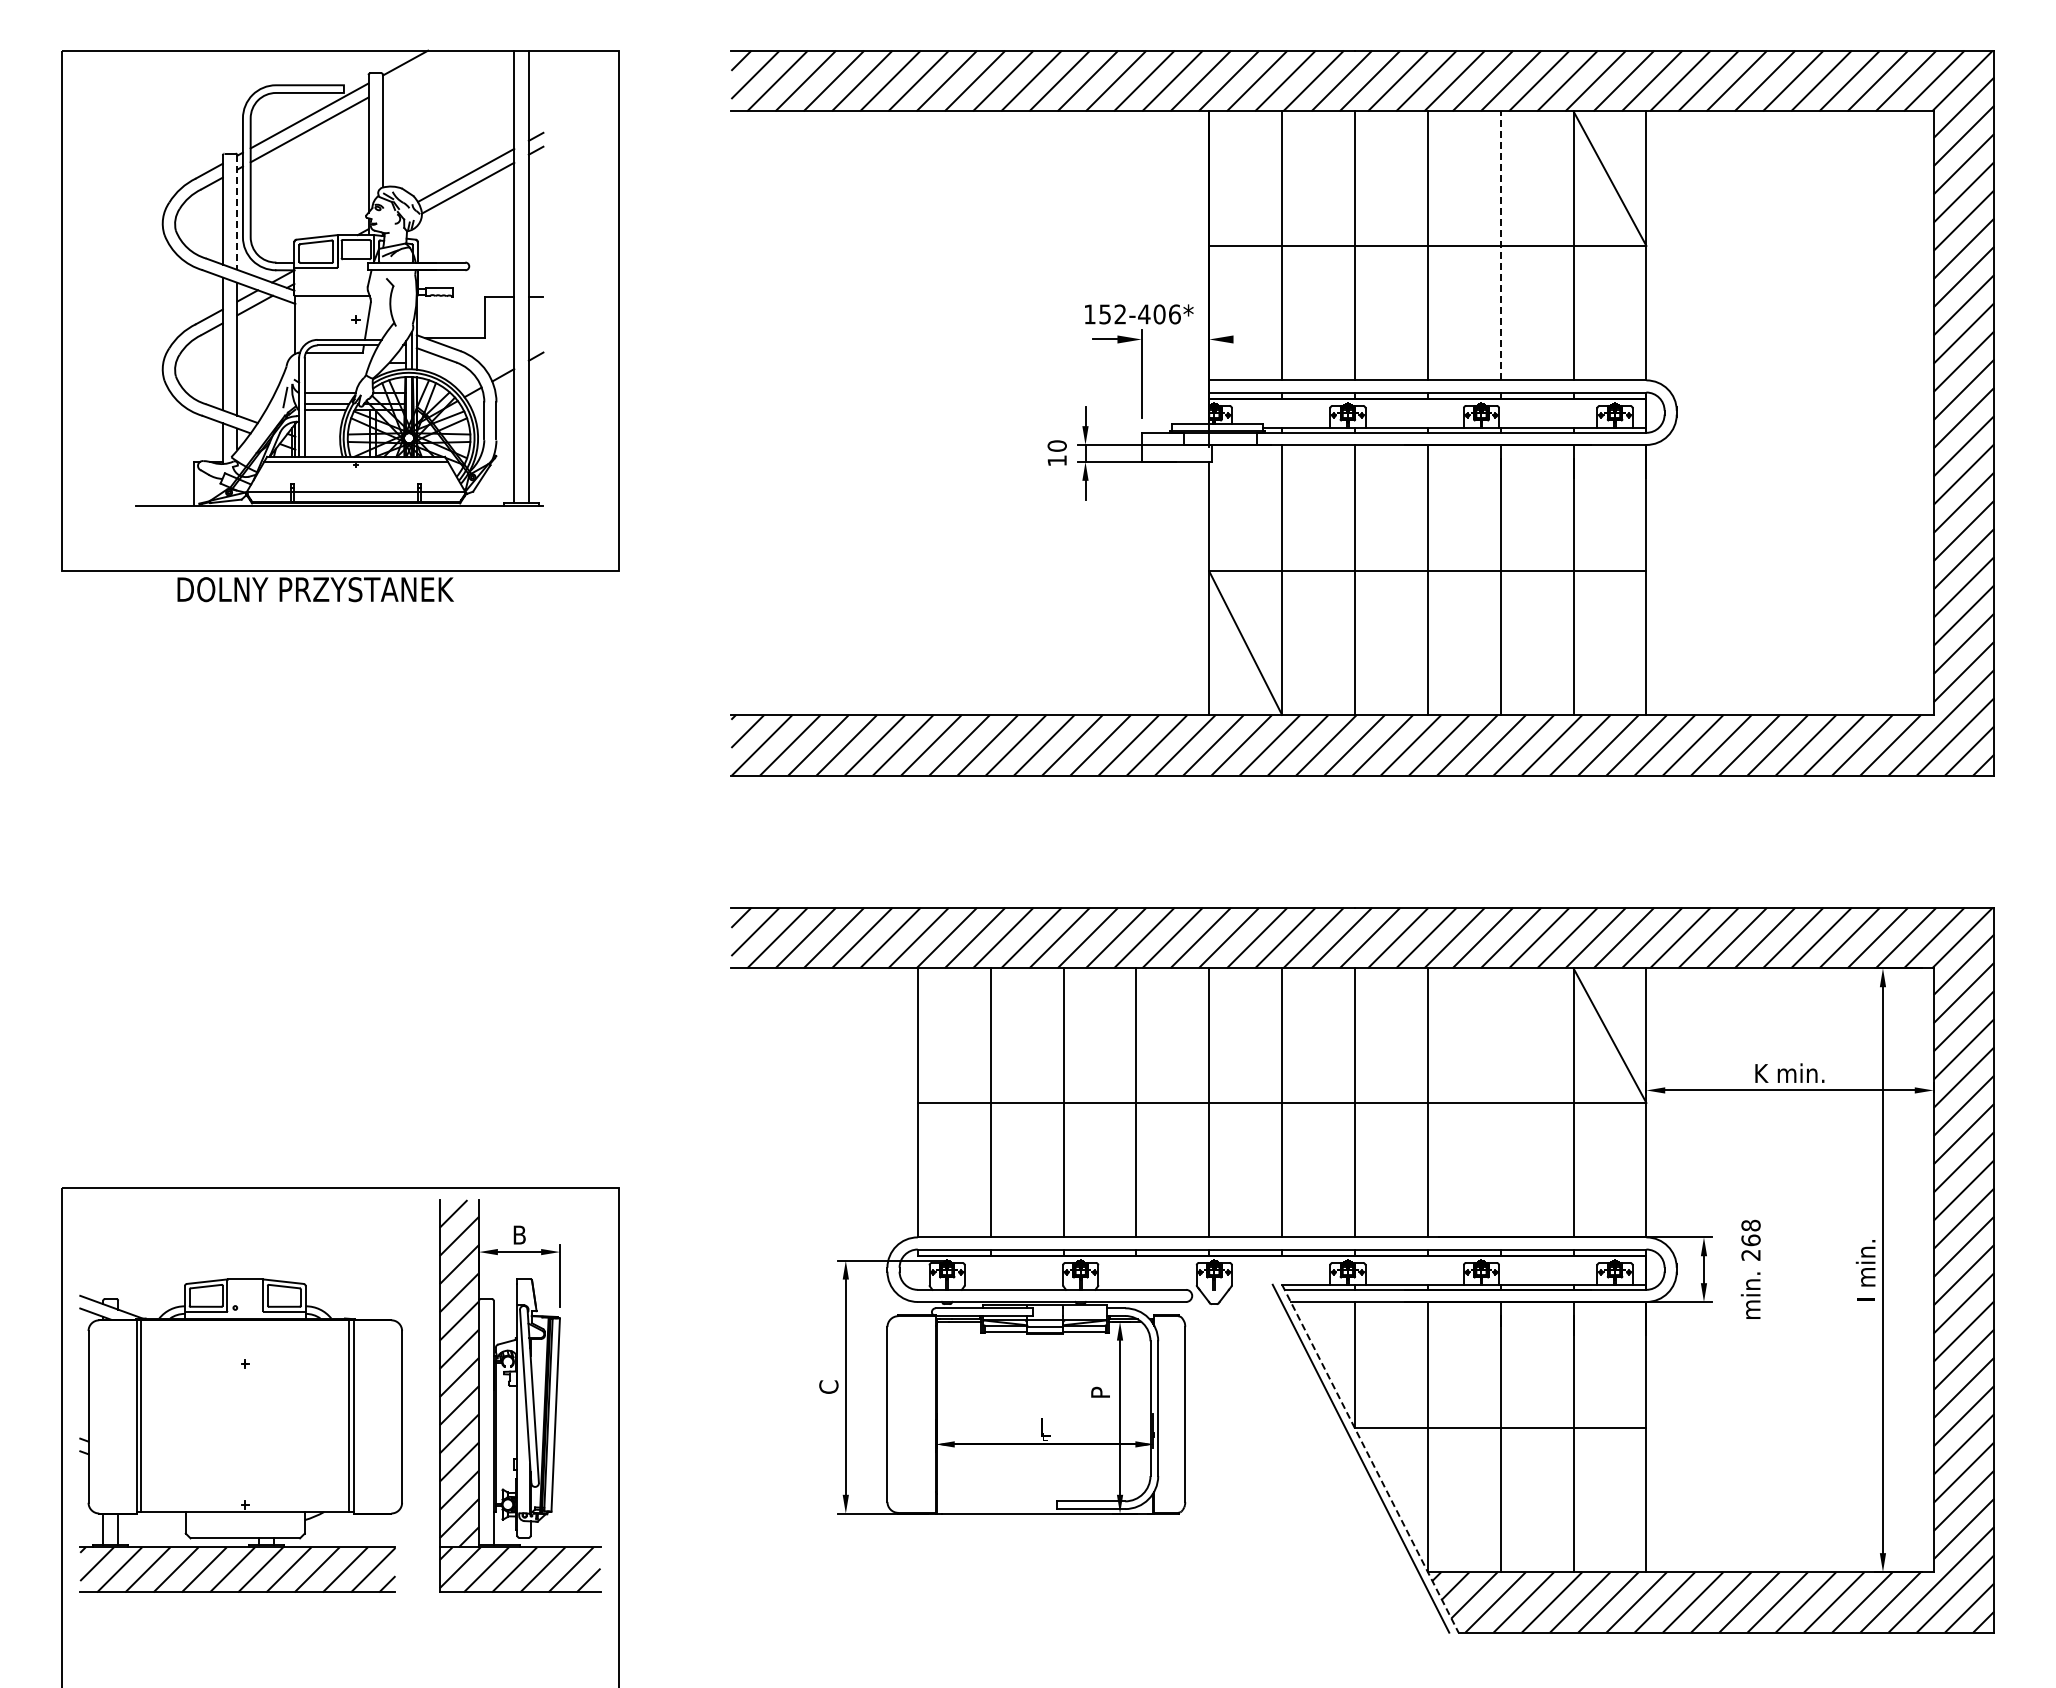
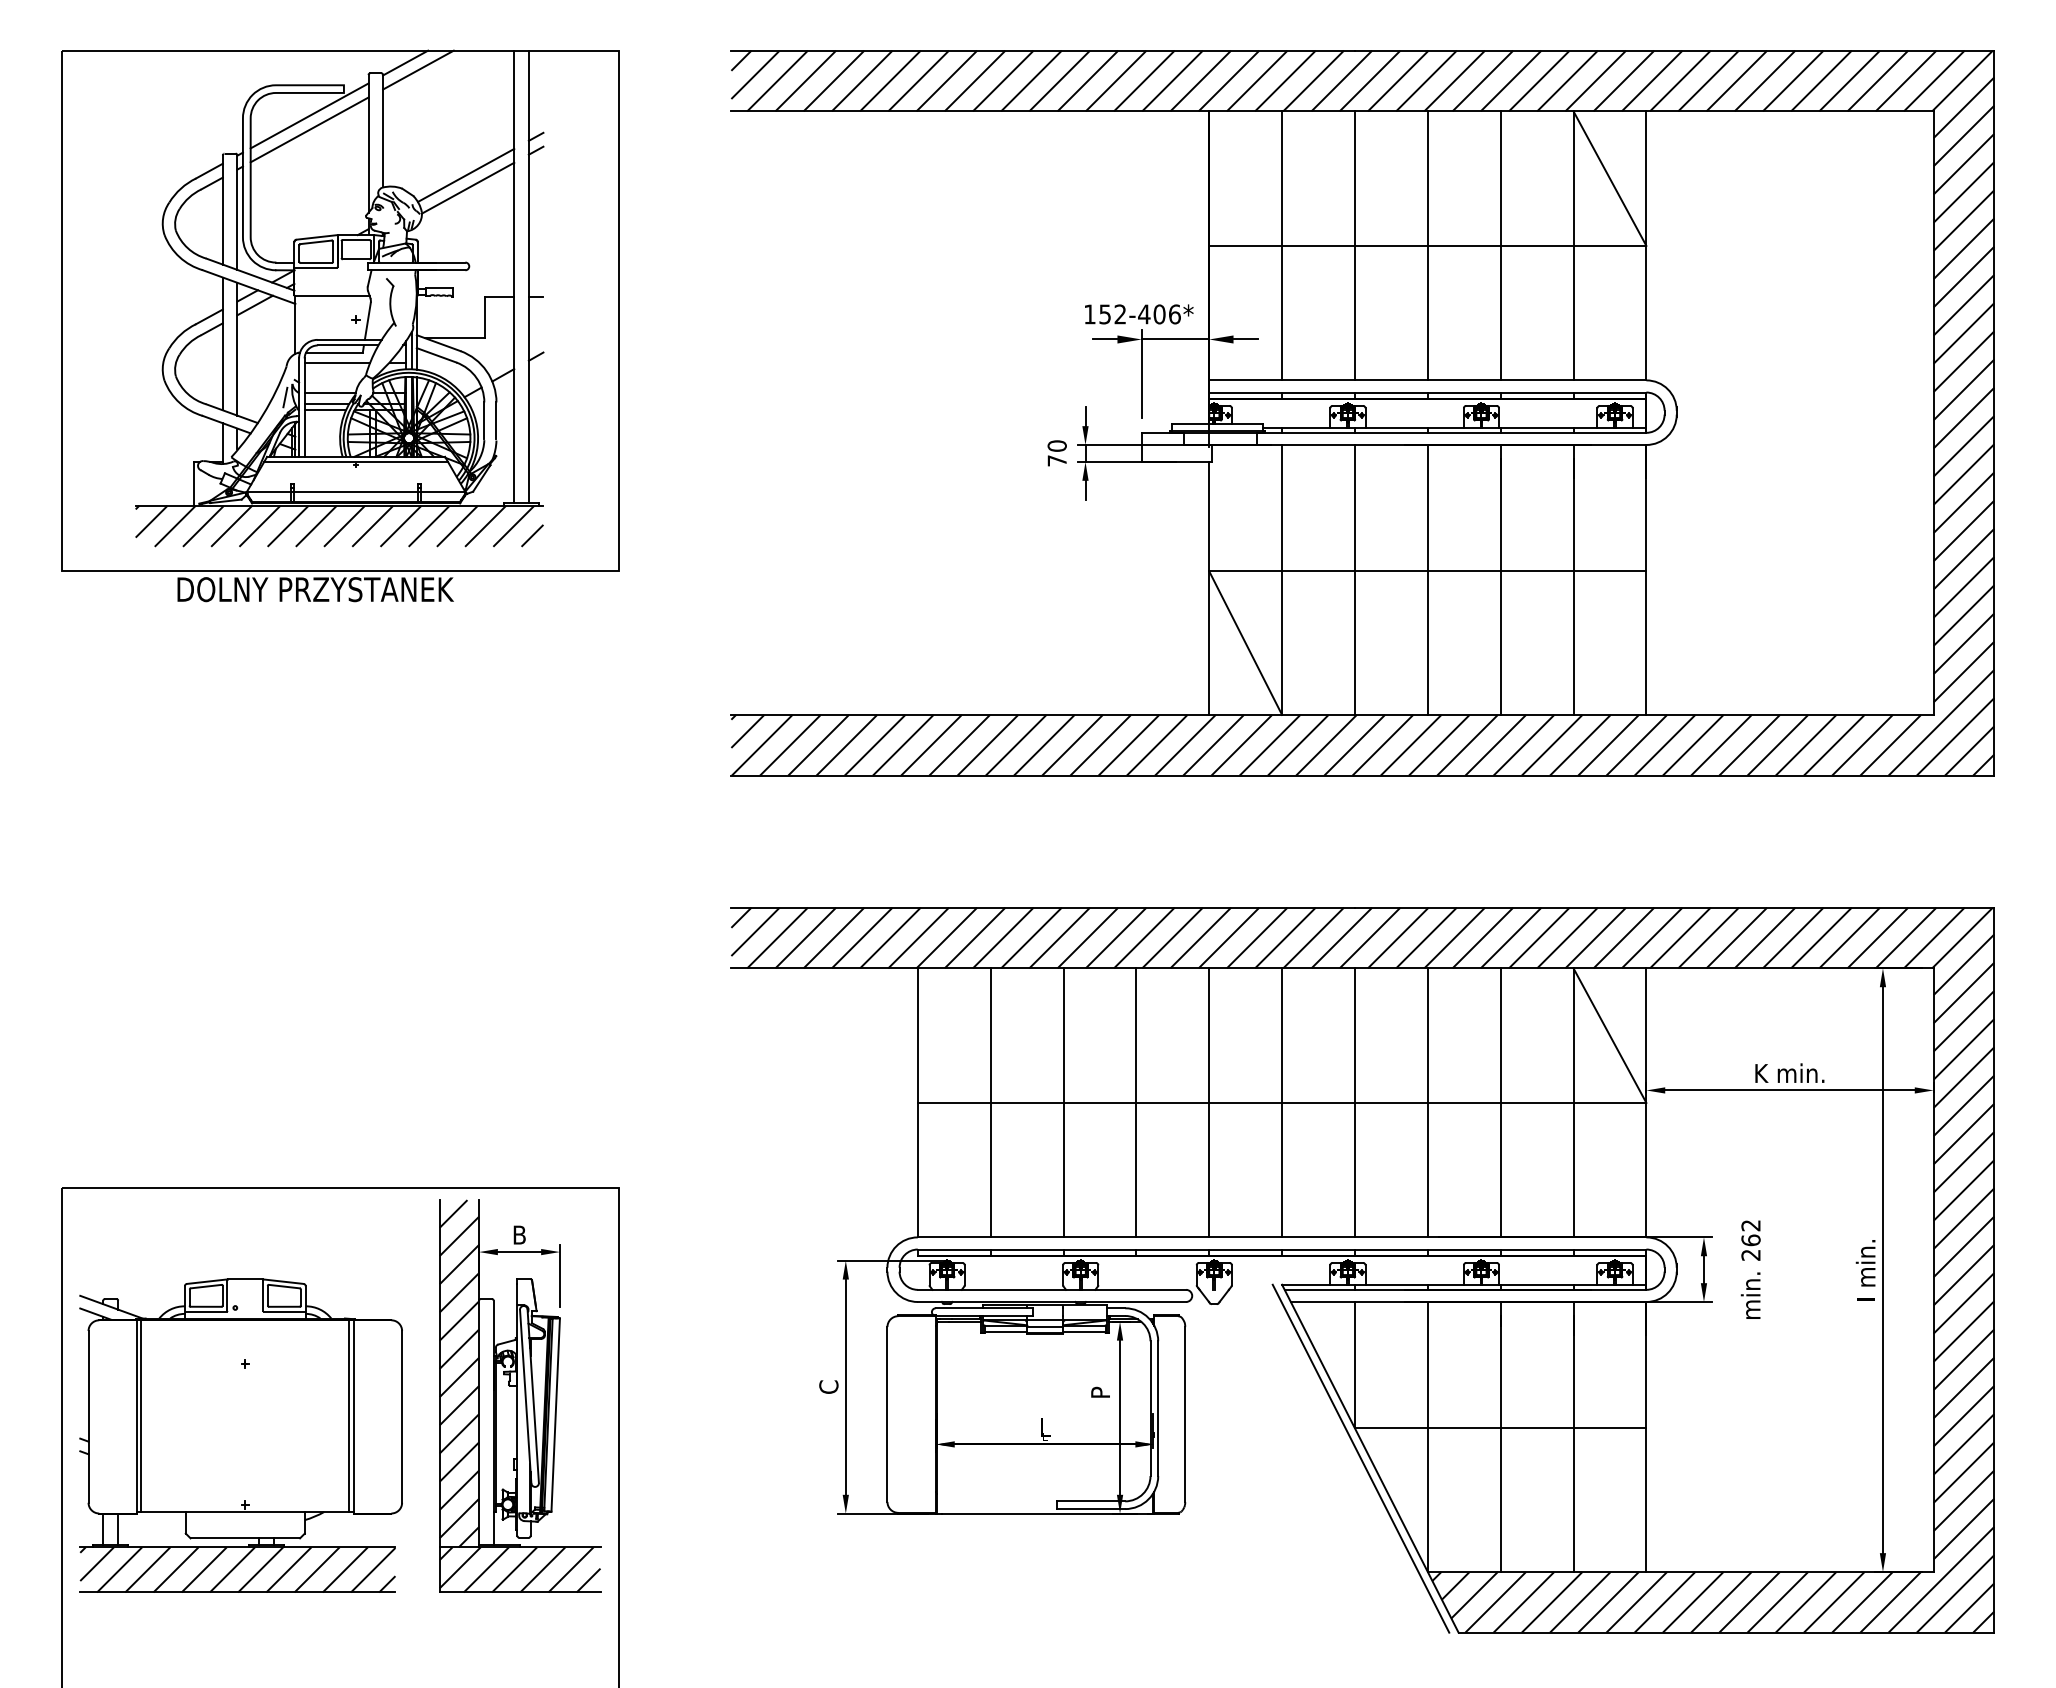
line at (418, 69): none -> present
line at (237, 213): dashed -> solid
line at (1500, 245): dashed -> solid
line at (1175, 339): none -> present
line at (1245, 339): none -> present
line at (337, 362): none -> present
text at (1056, 460): 10 -> 70
hatch at (339, 525): none -> present
line at (1500, 1102): none -> present
text at (1750, 1225): 268 -> 262
line at (1370, 1459): dashed -> solid
